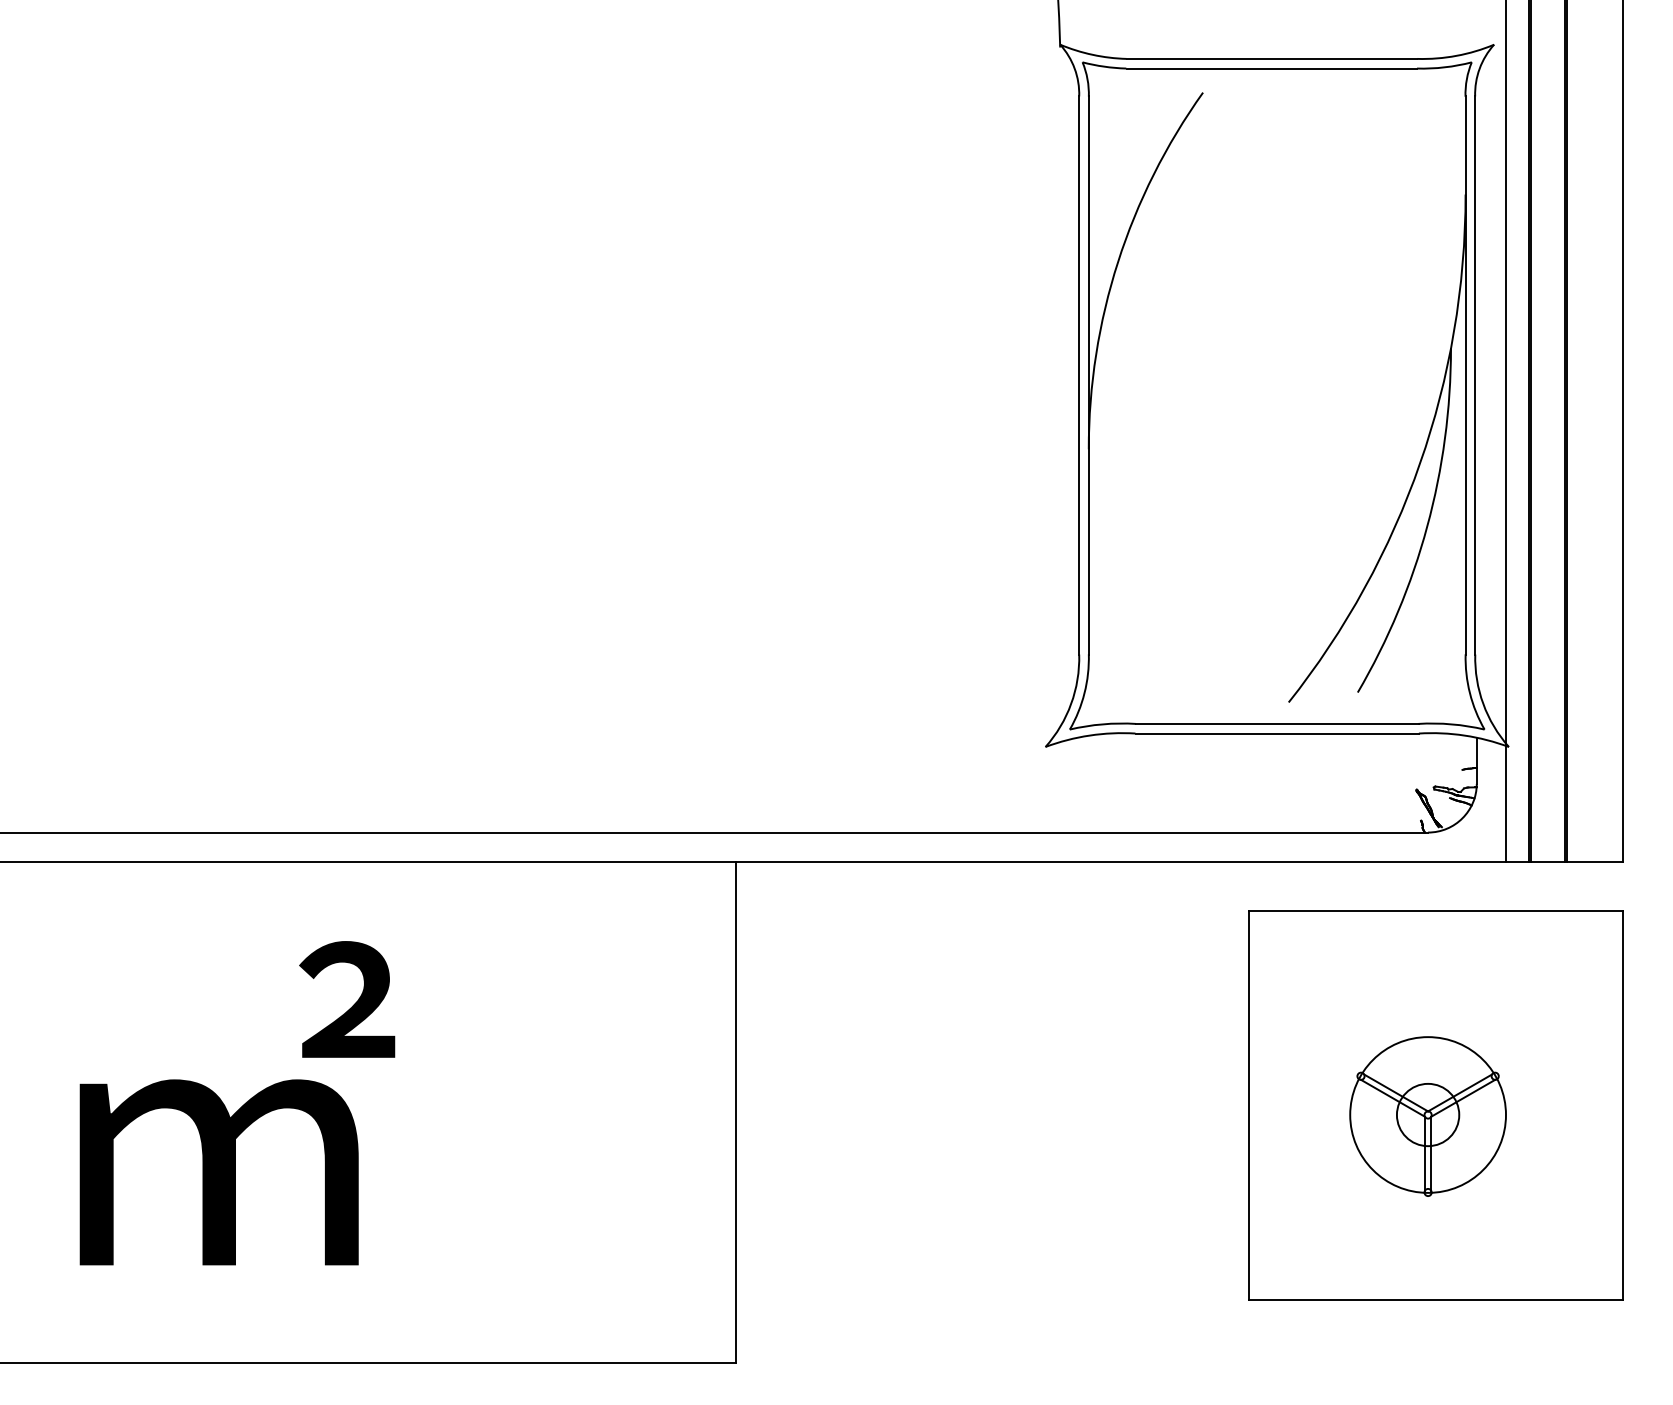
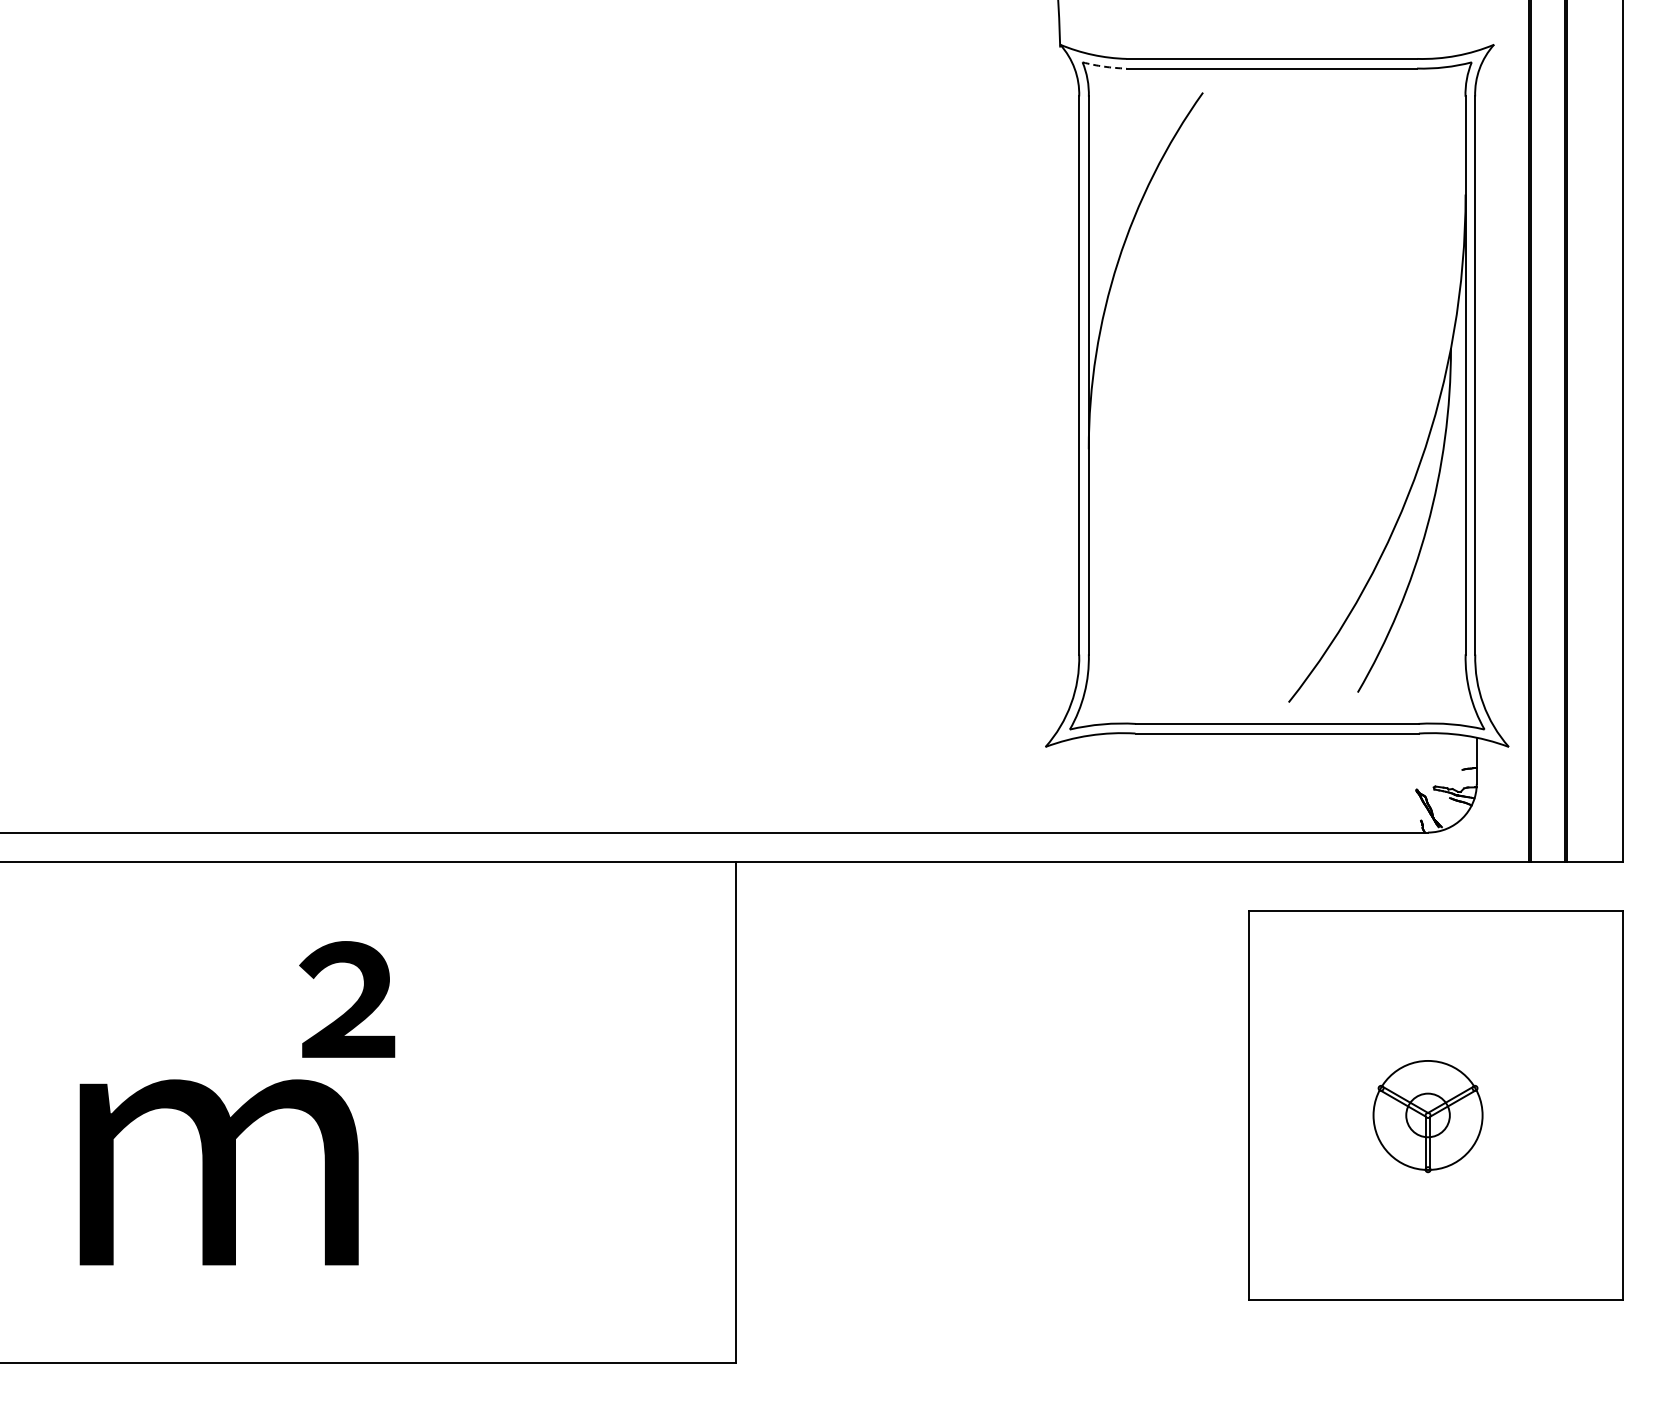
arc at (1104, 66): solid -> dashed
line at (1506, 431): present -> none
part at (1427, 1116) size: 158x161 px -> 112x114 px
